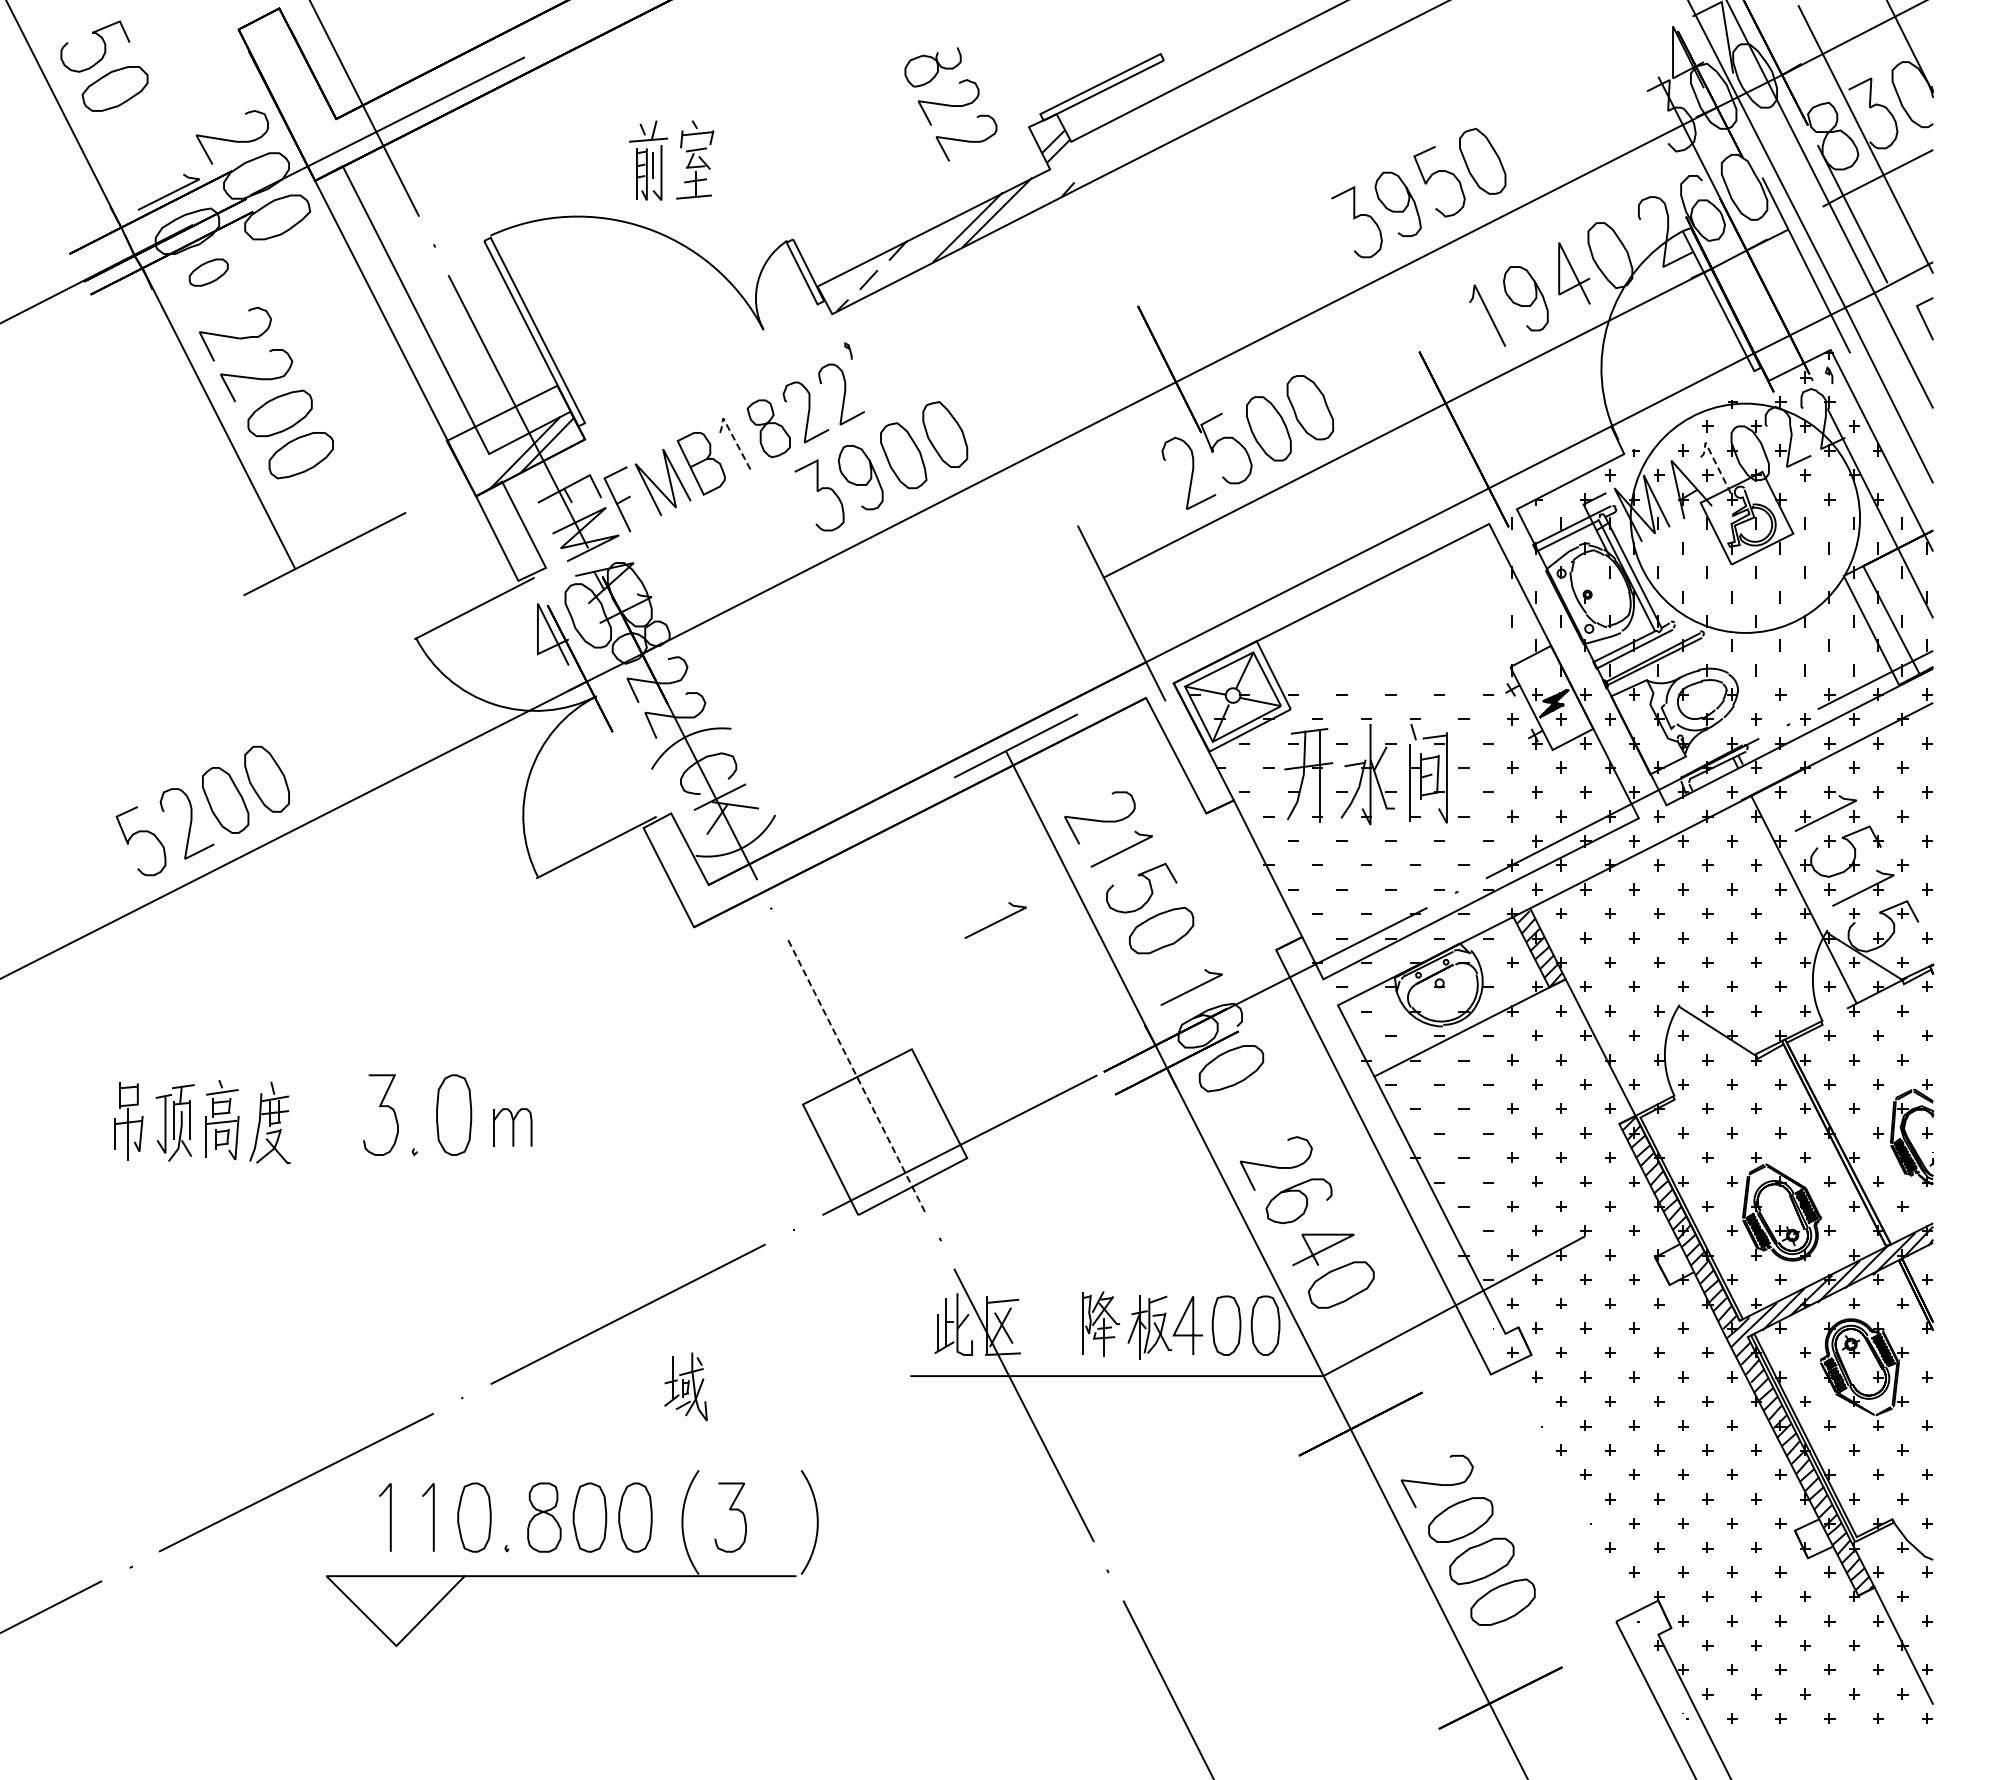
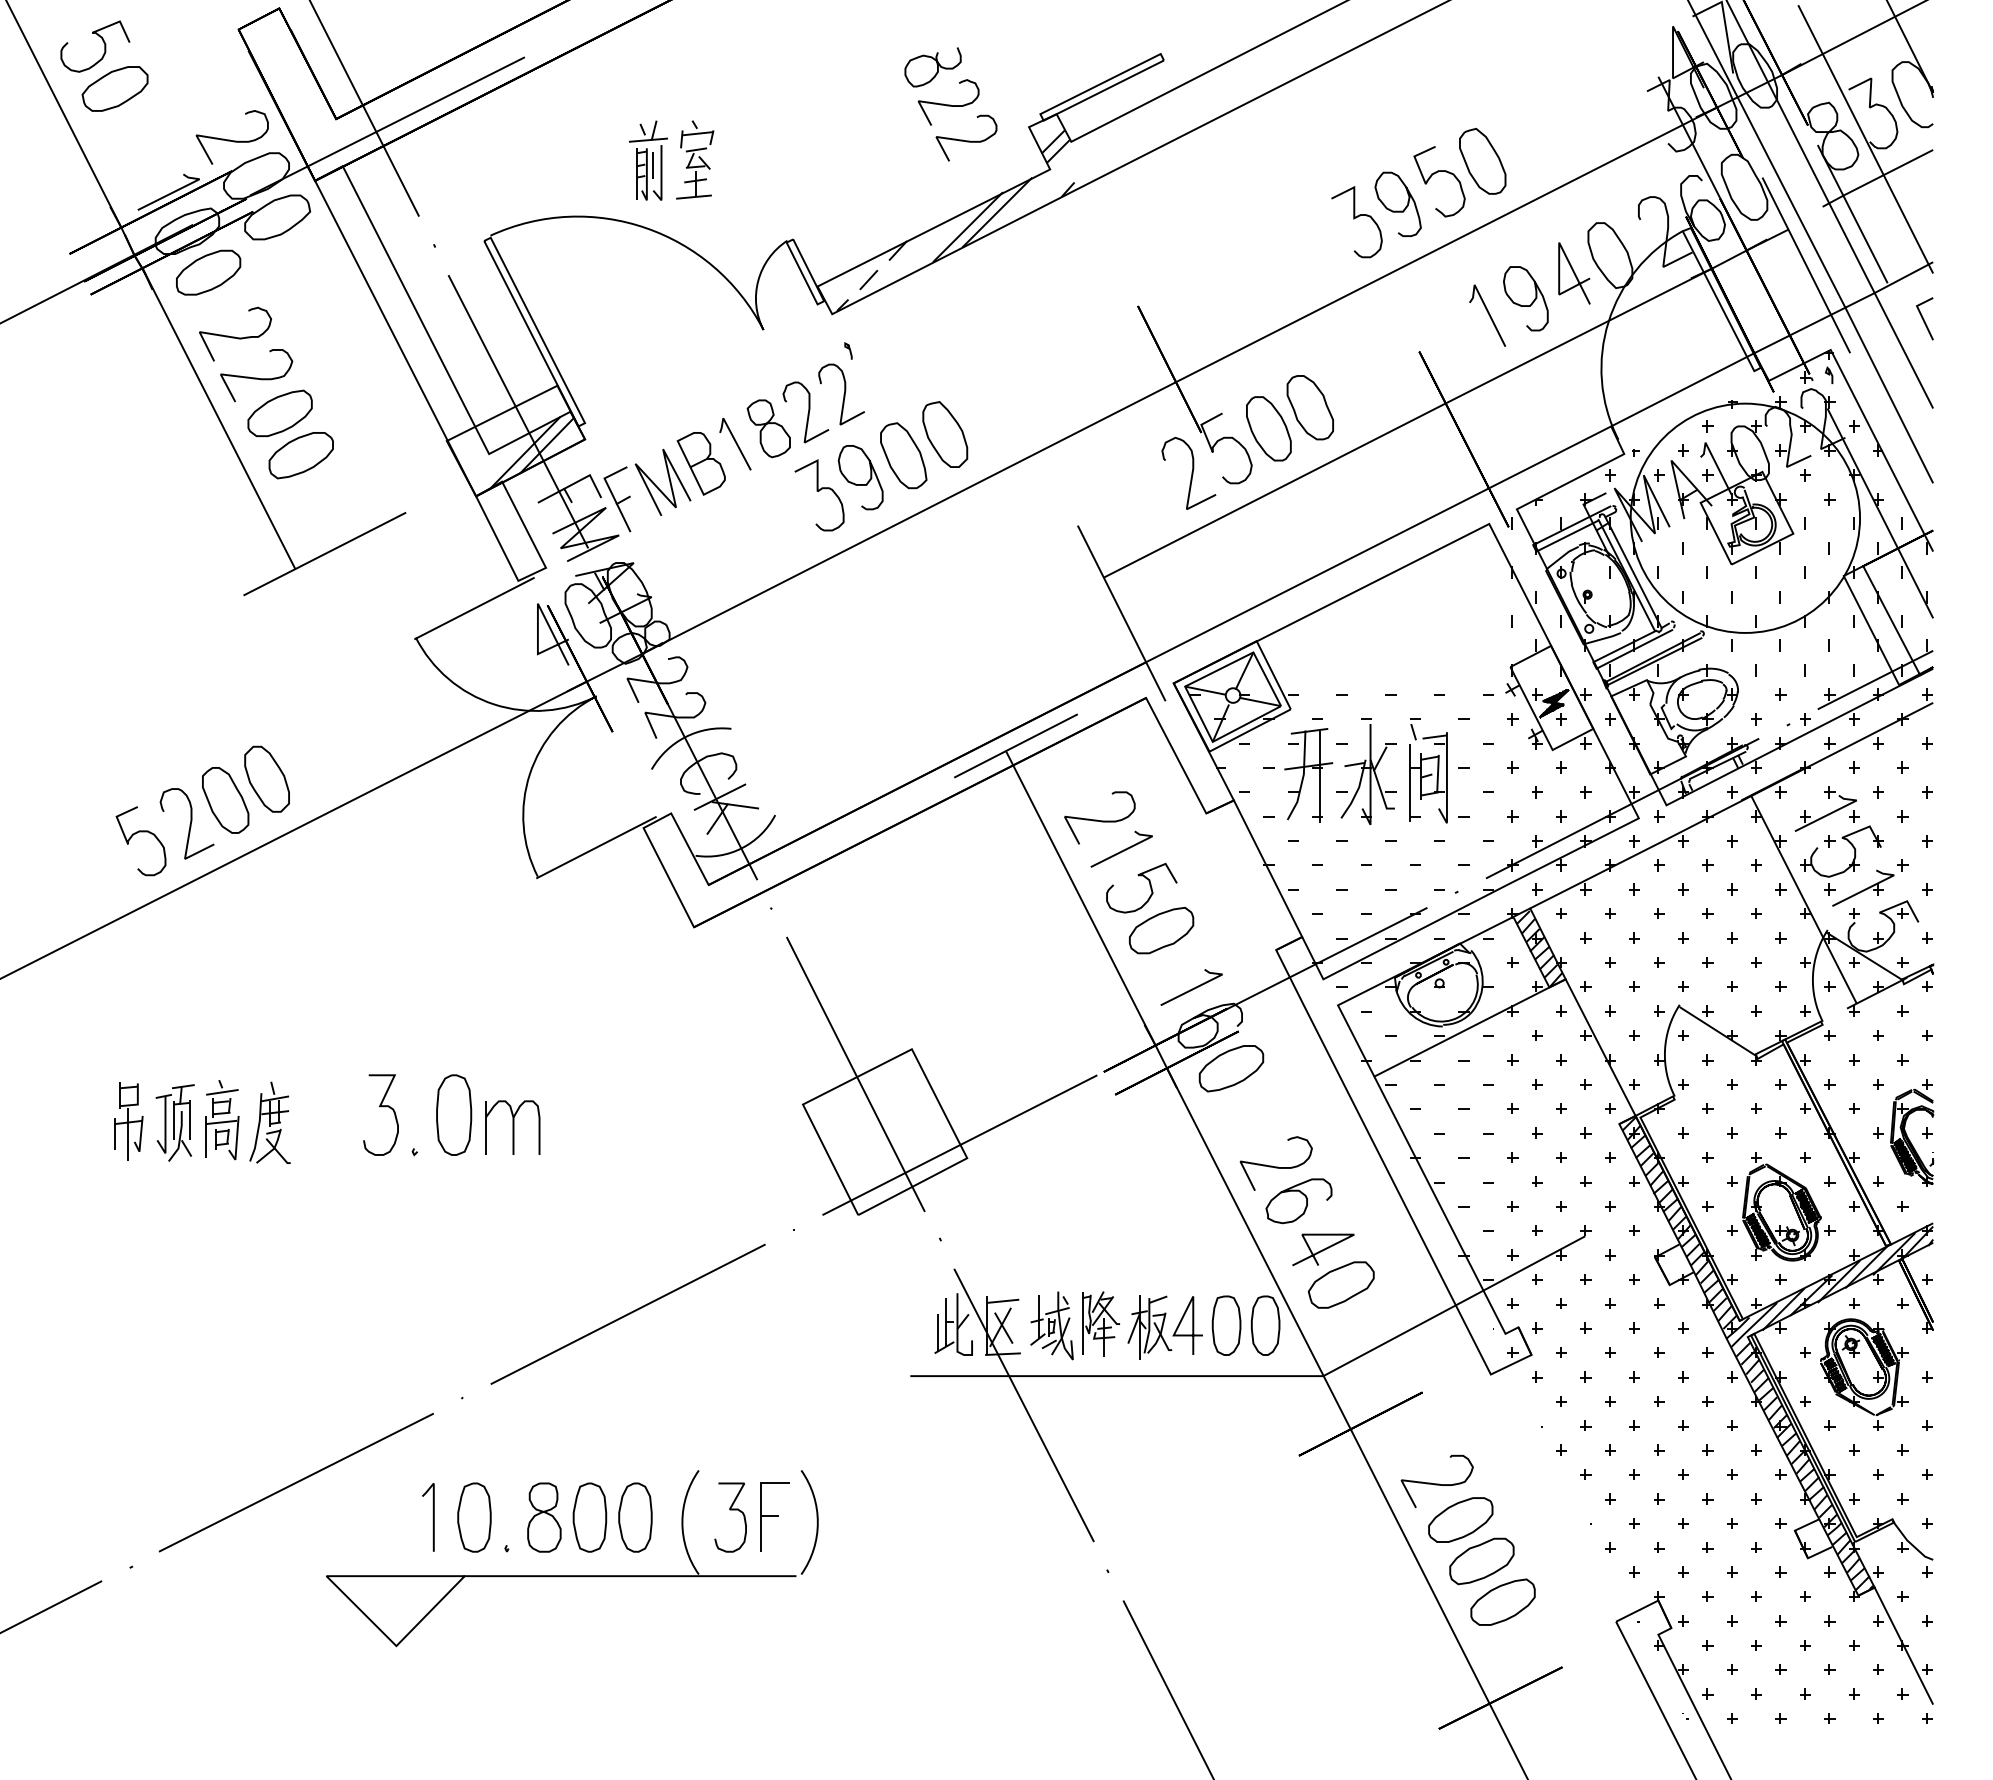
part at (208, 272) size: 41x29 px -> 66x47 px
line at (733, 436): dashed -> solid
line at (1714, 460): dashed -> solid
line at (996, 921): present -> none
line at (855, 1074): dashed -> solid
part at (512, 1127) size: 40x39 px -> 56x55 px
part at (685, 1386) position: (685, 1386) -> (1051, 1325)
part at (774, 1516): none -> present
line at (389, 1517): present -> none
